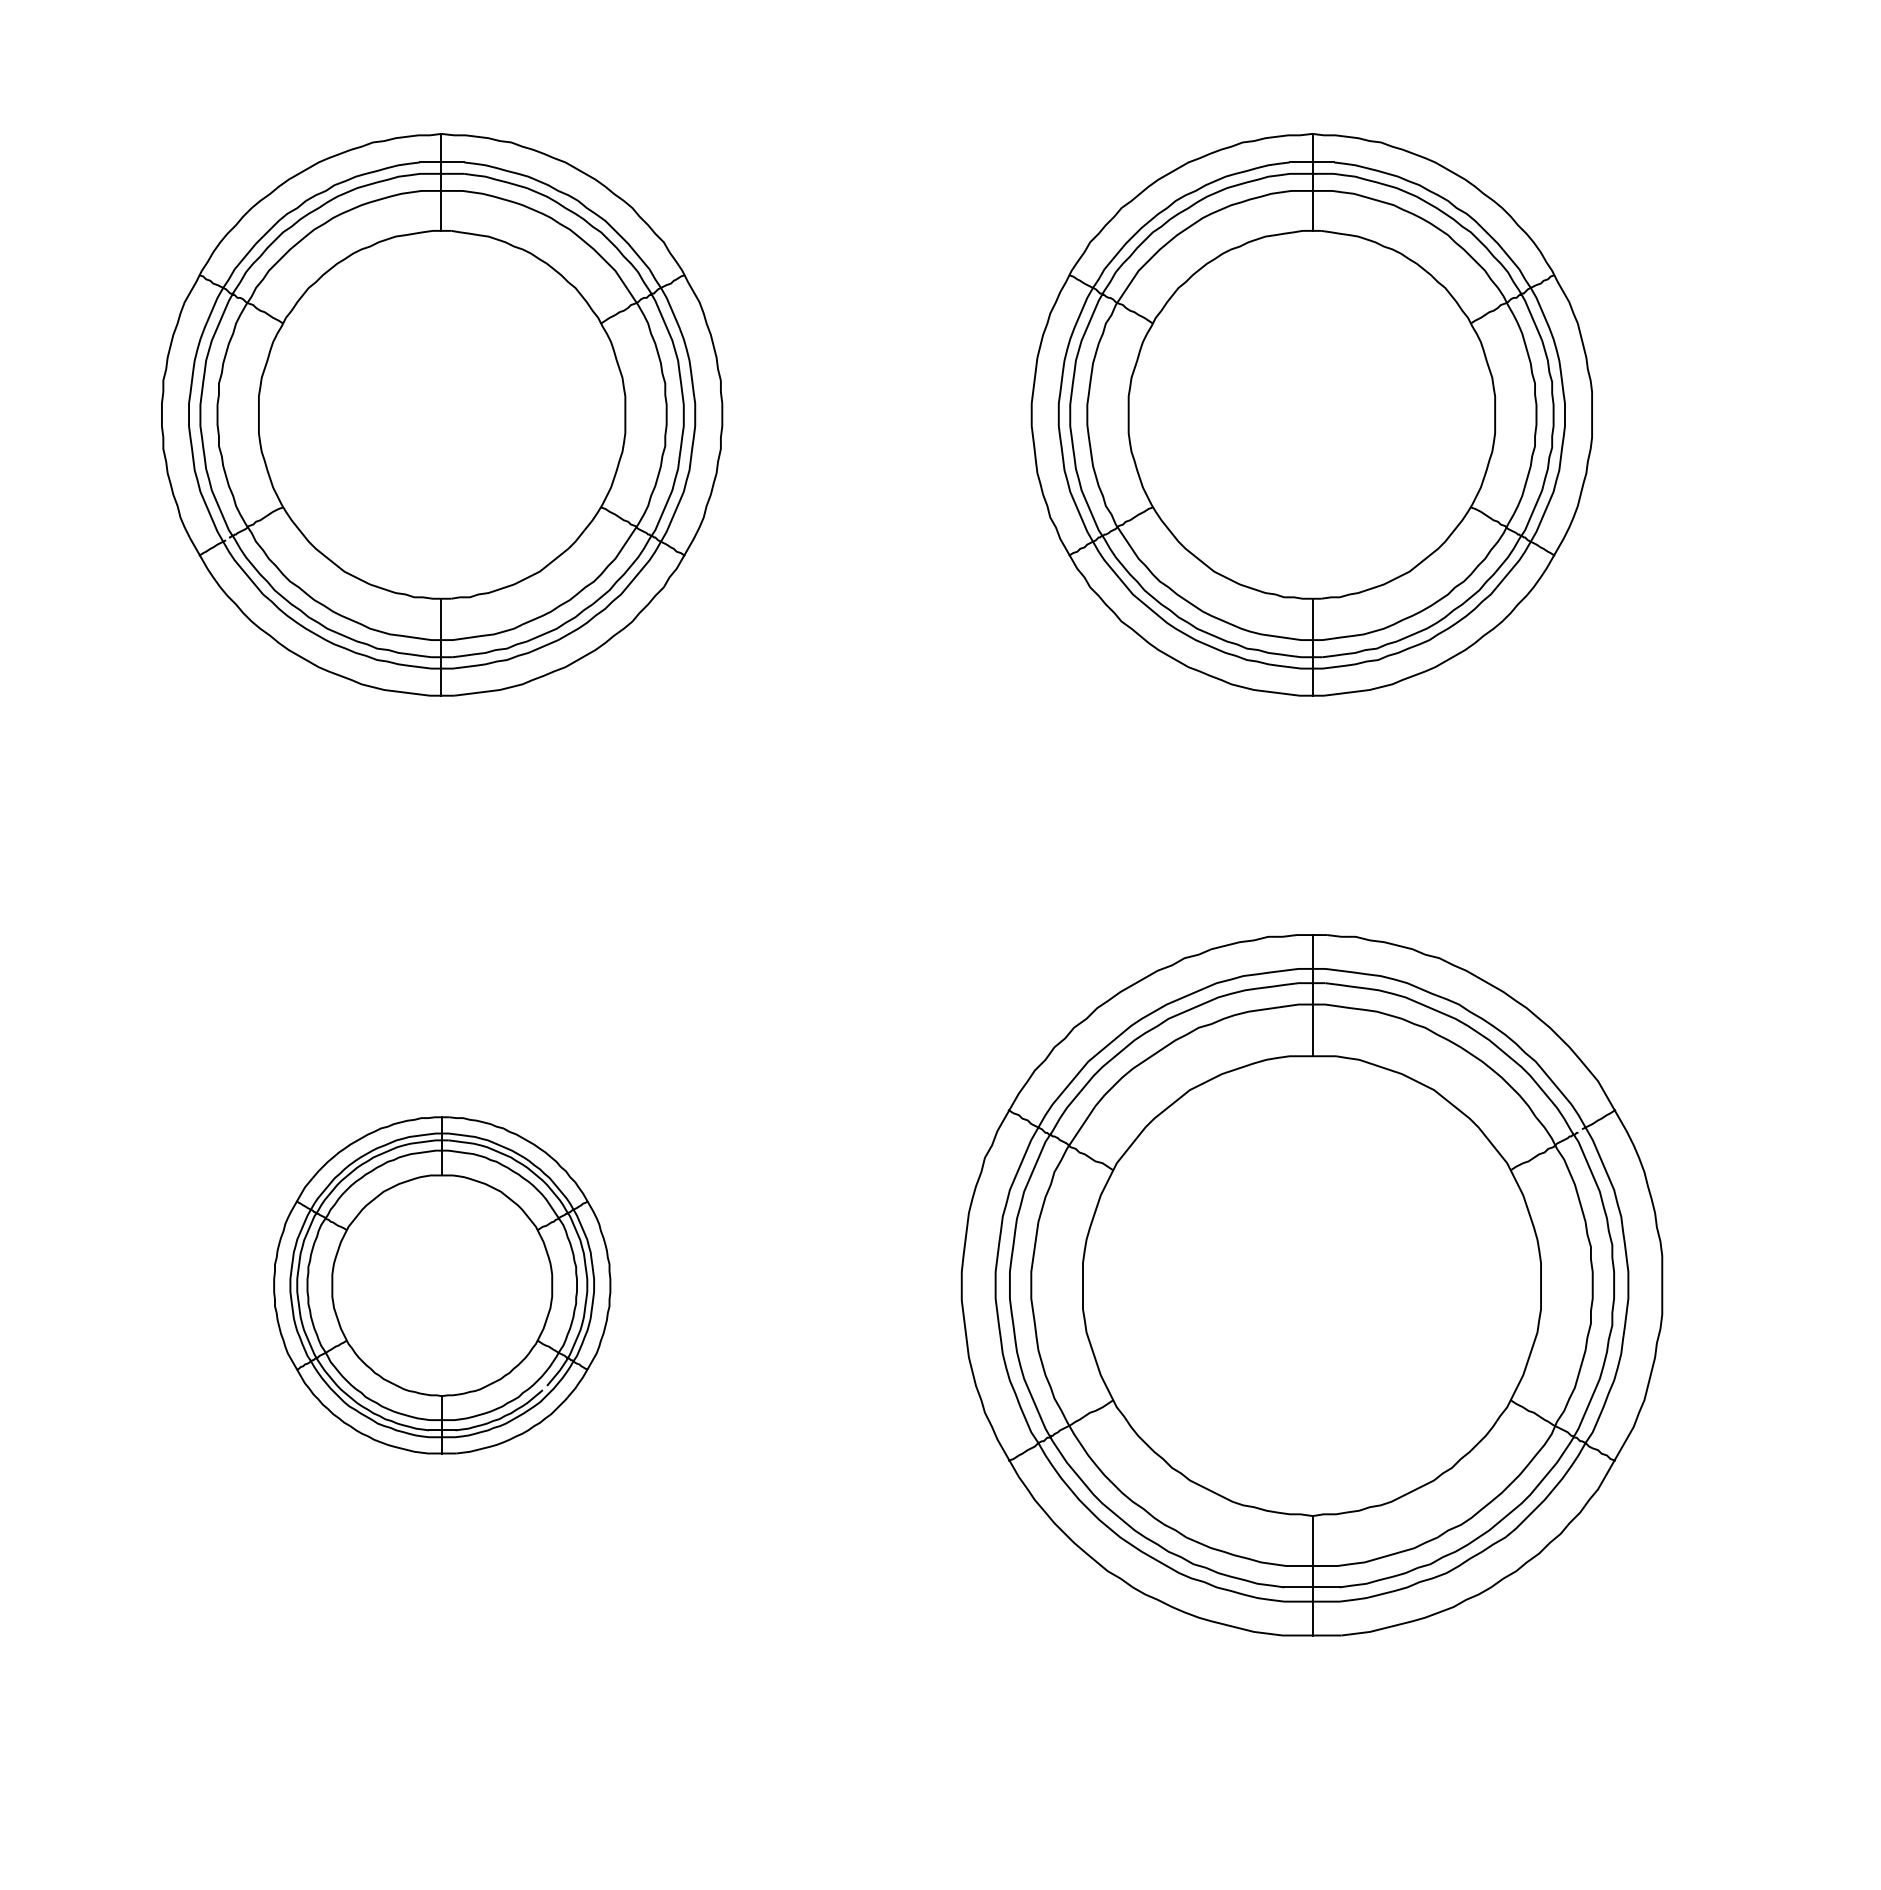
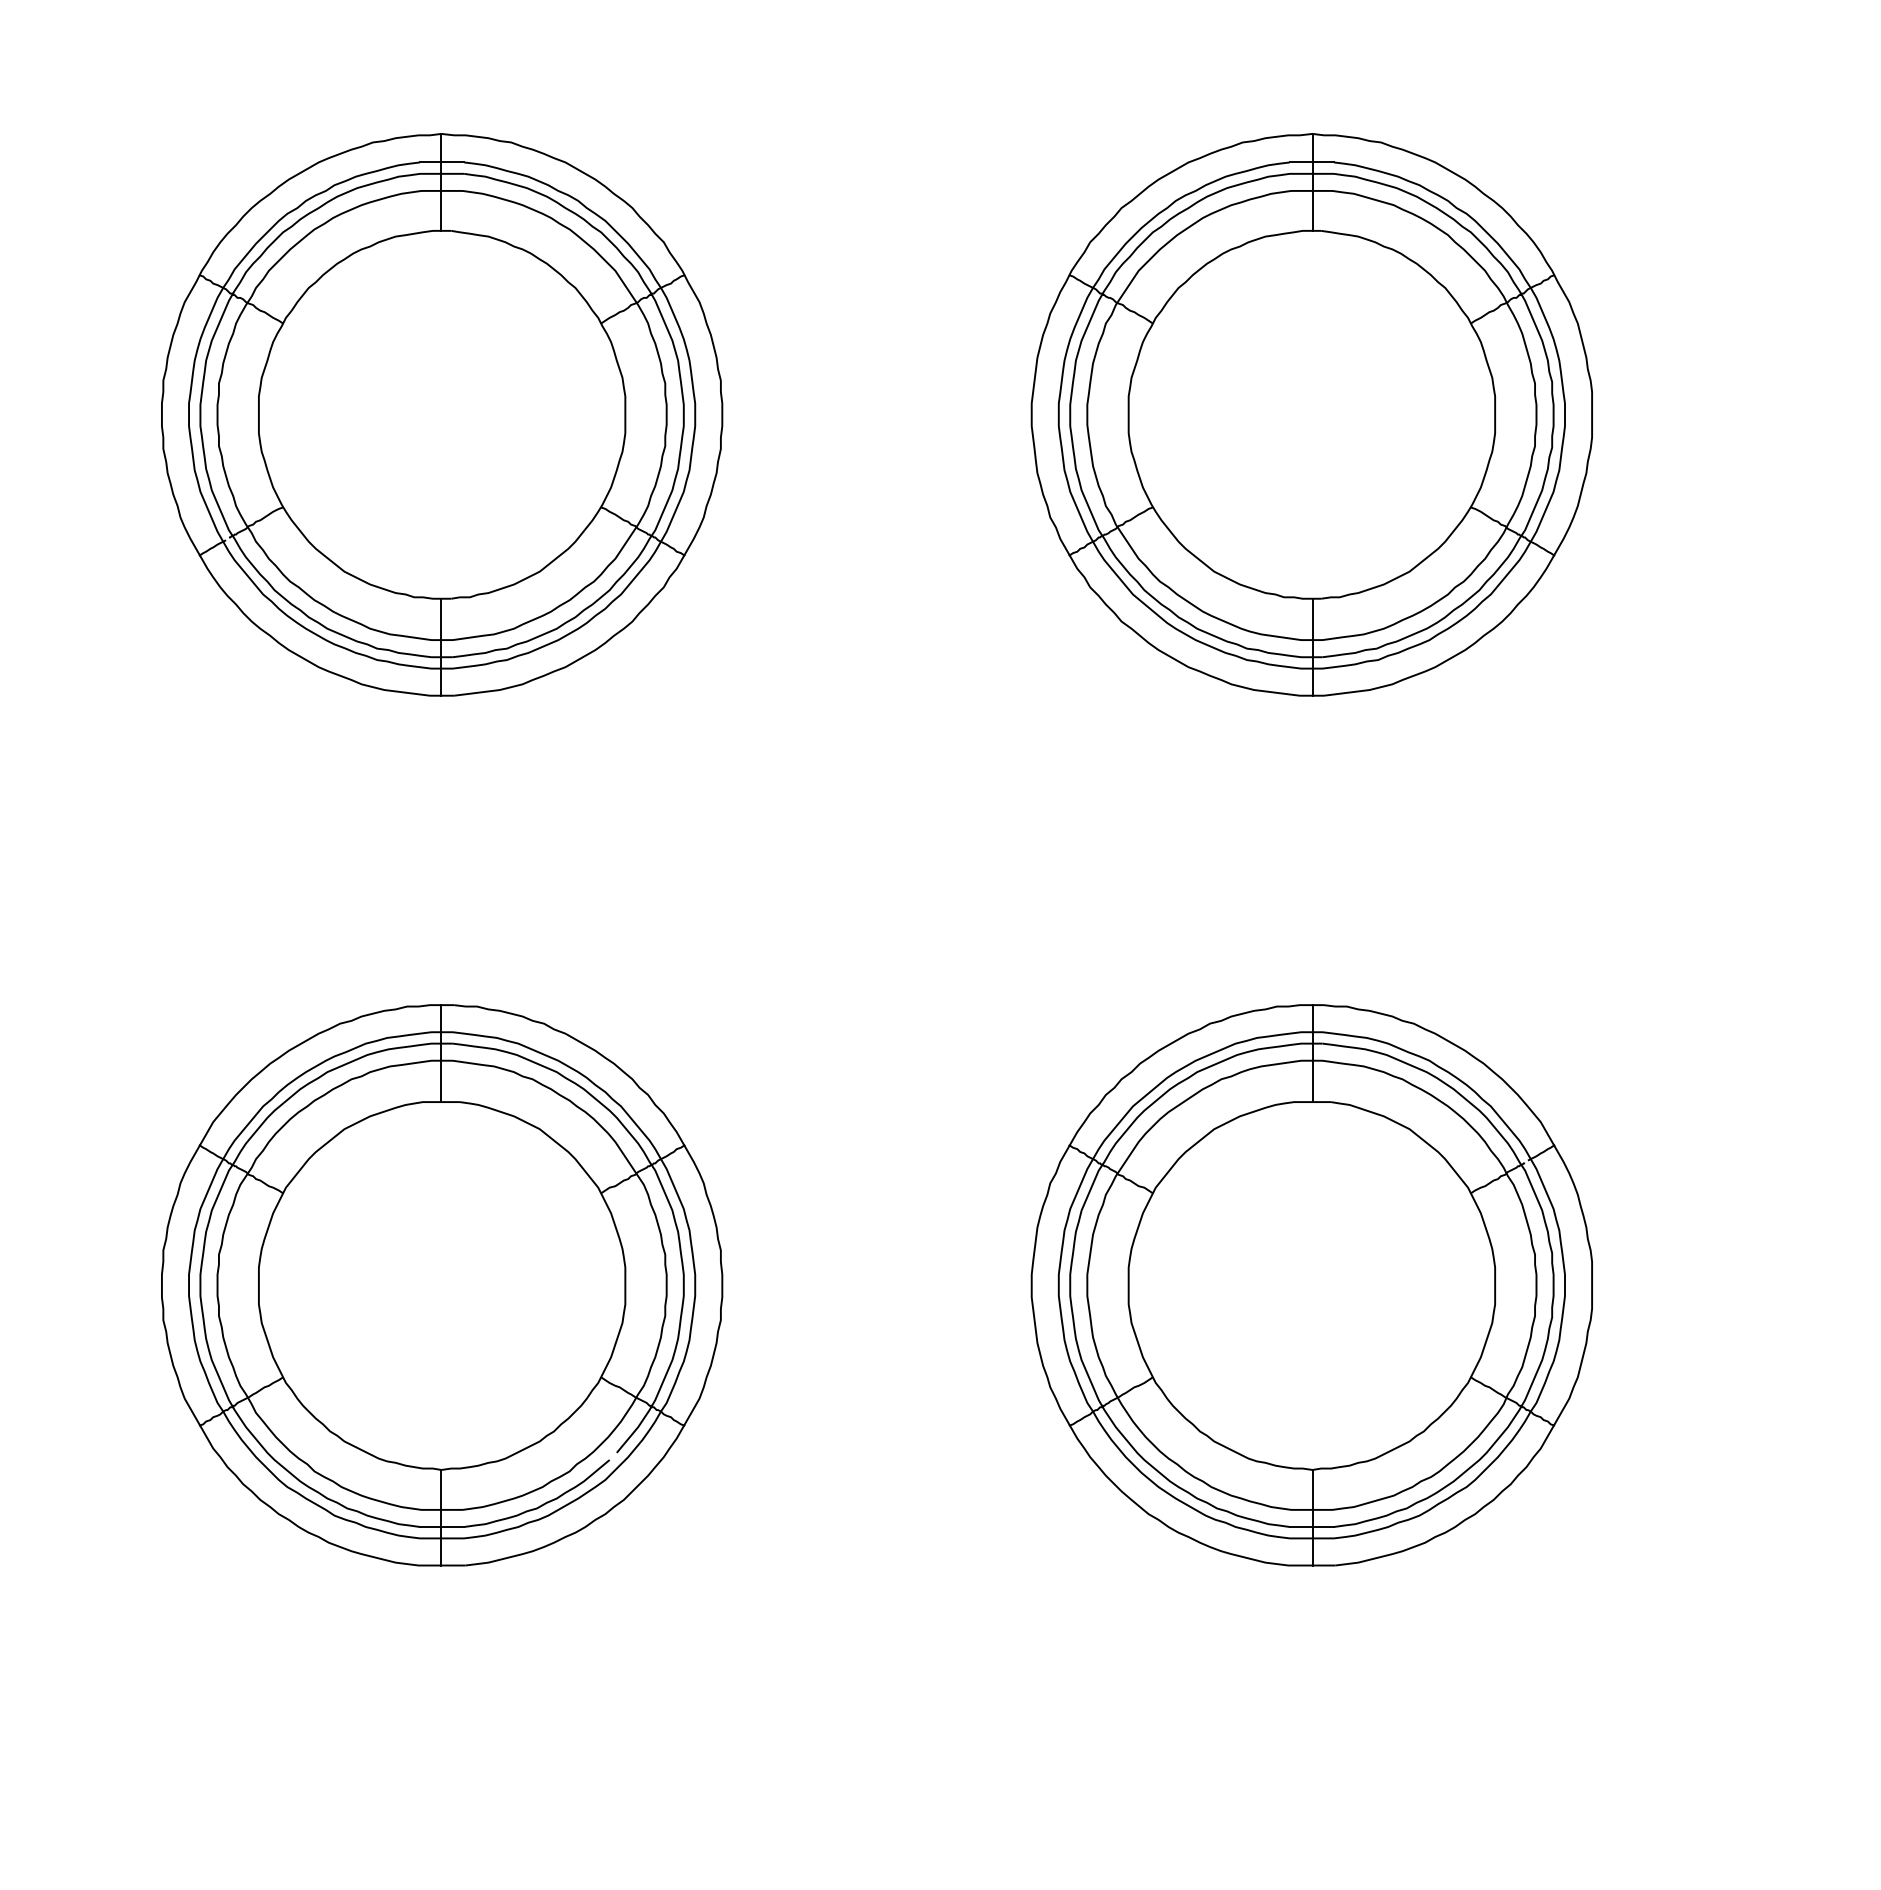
part at (442, 1285) size: 339x339 px -> 563x563 px
part at (1311, 1285) size: 704x703 px -> 563x563 px
